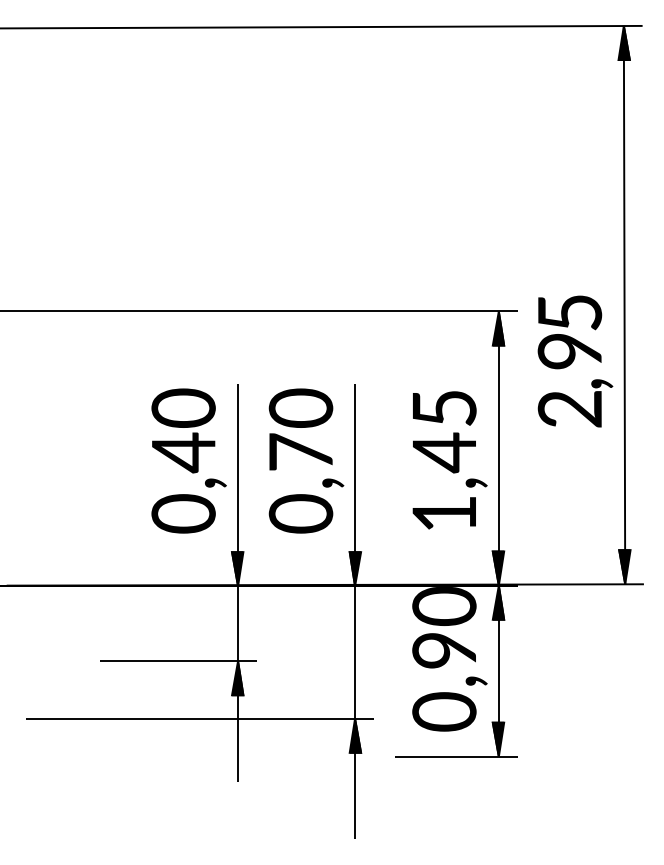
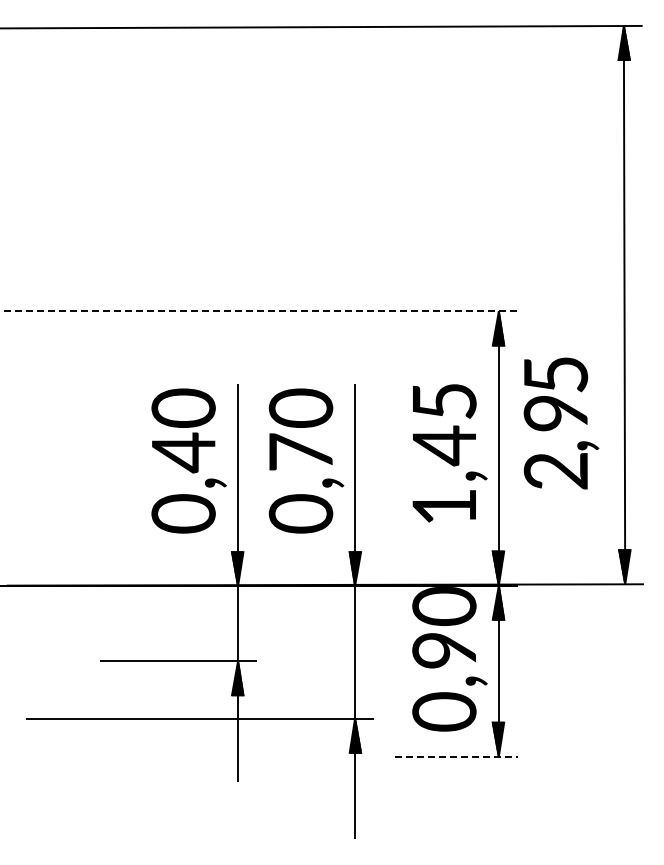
line at (259, 311): solid -> dashed
text at (575, 361) position: (575, 361) -> (561, 423)
text at (449, 460) position: (449, 460) -> (449, 453)
line at (456, 756): solid -> dashed
